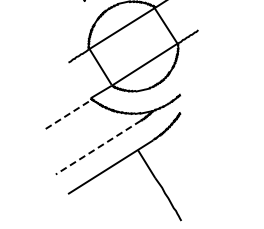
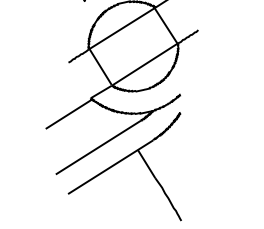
line at (69, 114): dashed -> solid
line at (98, 147): dashed -> solid
